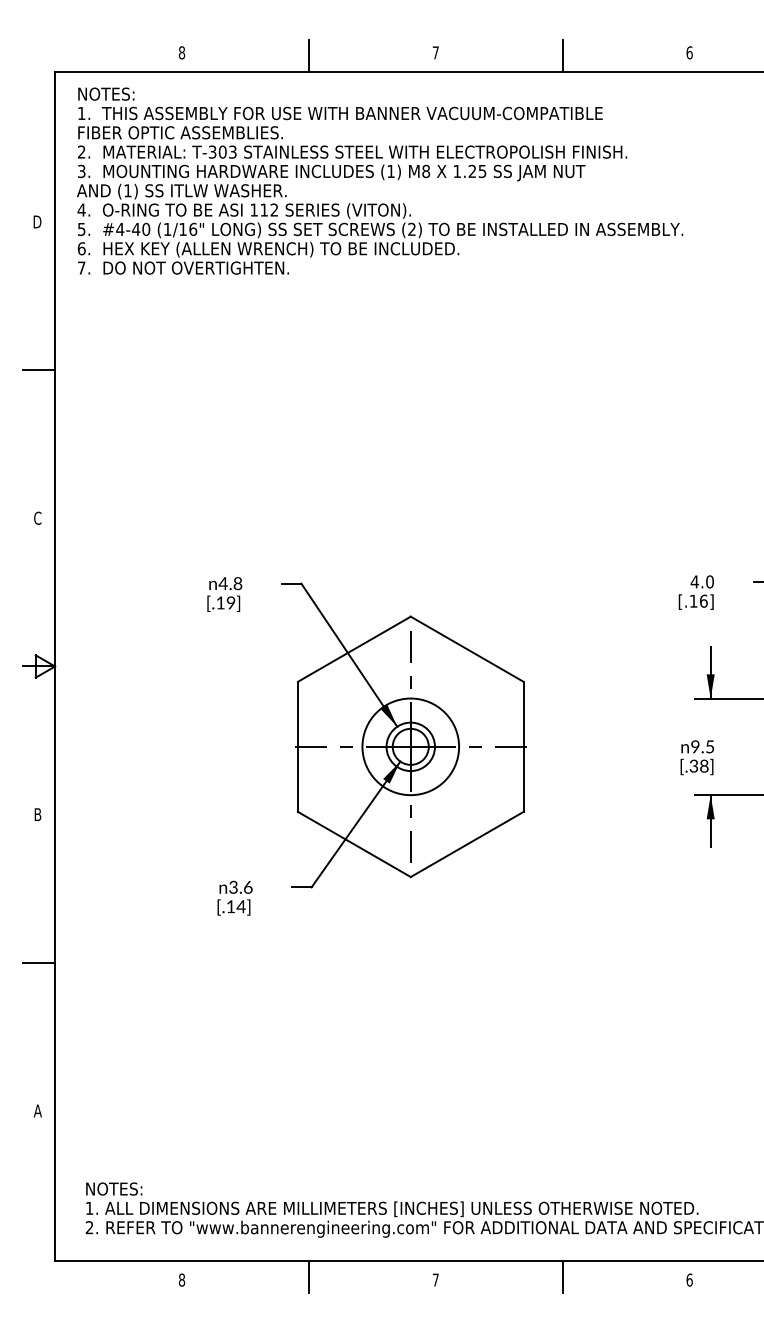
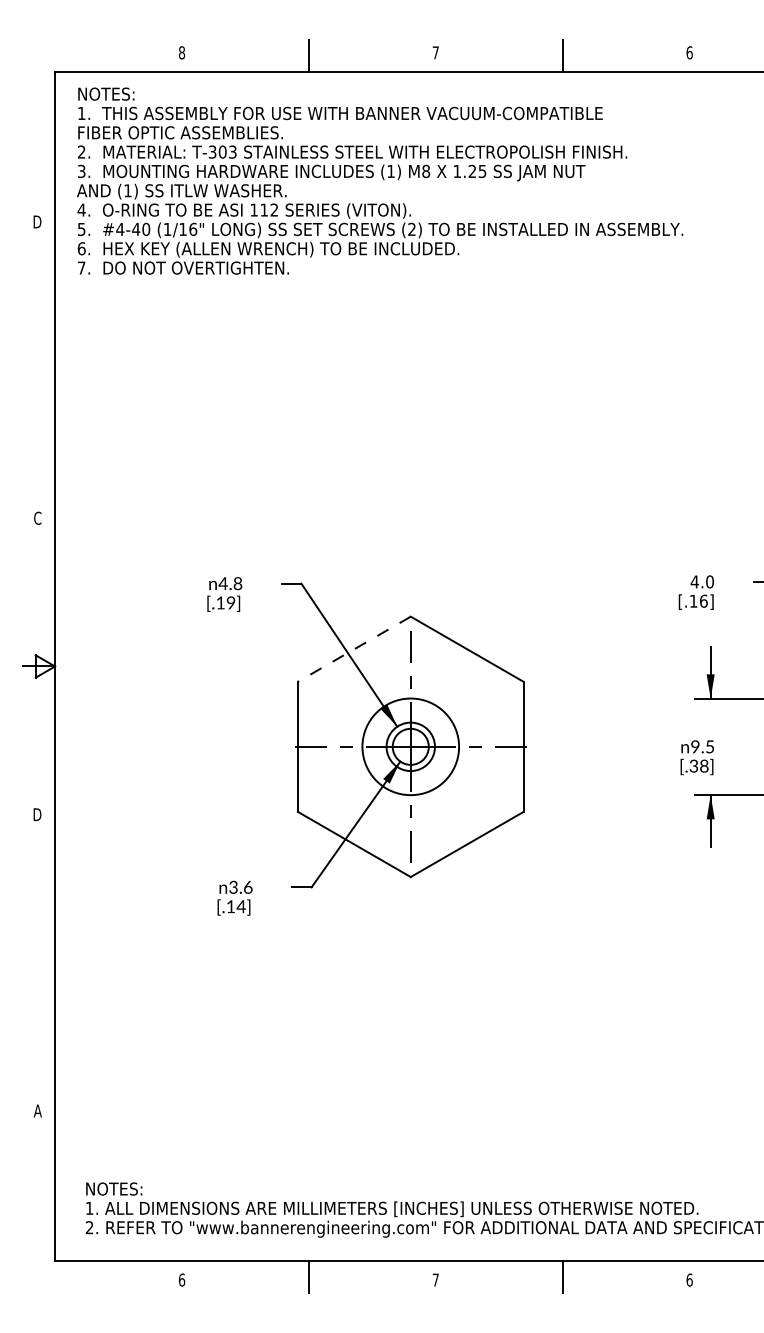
line at (38, 370): present -> none
line at (353, 649): solid -> dashed
text at (37, 814): B -> D
line at (38, 962): present -> none
text at (181, 1279): 8 -> 6
